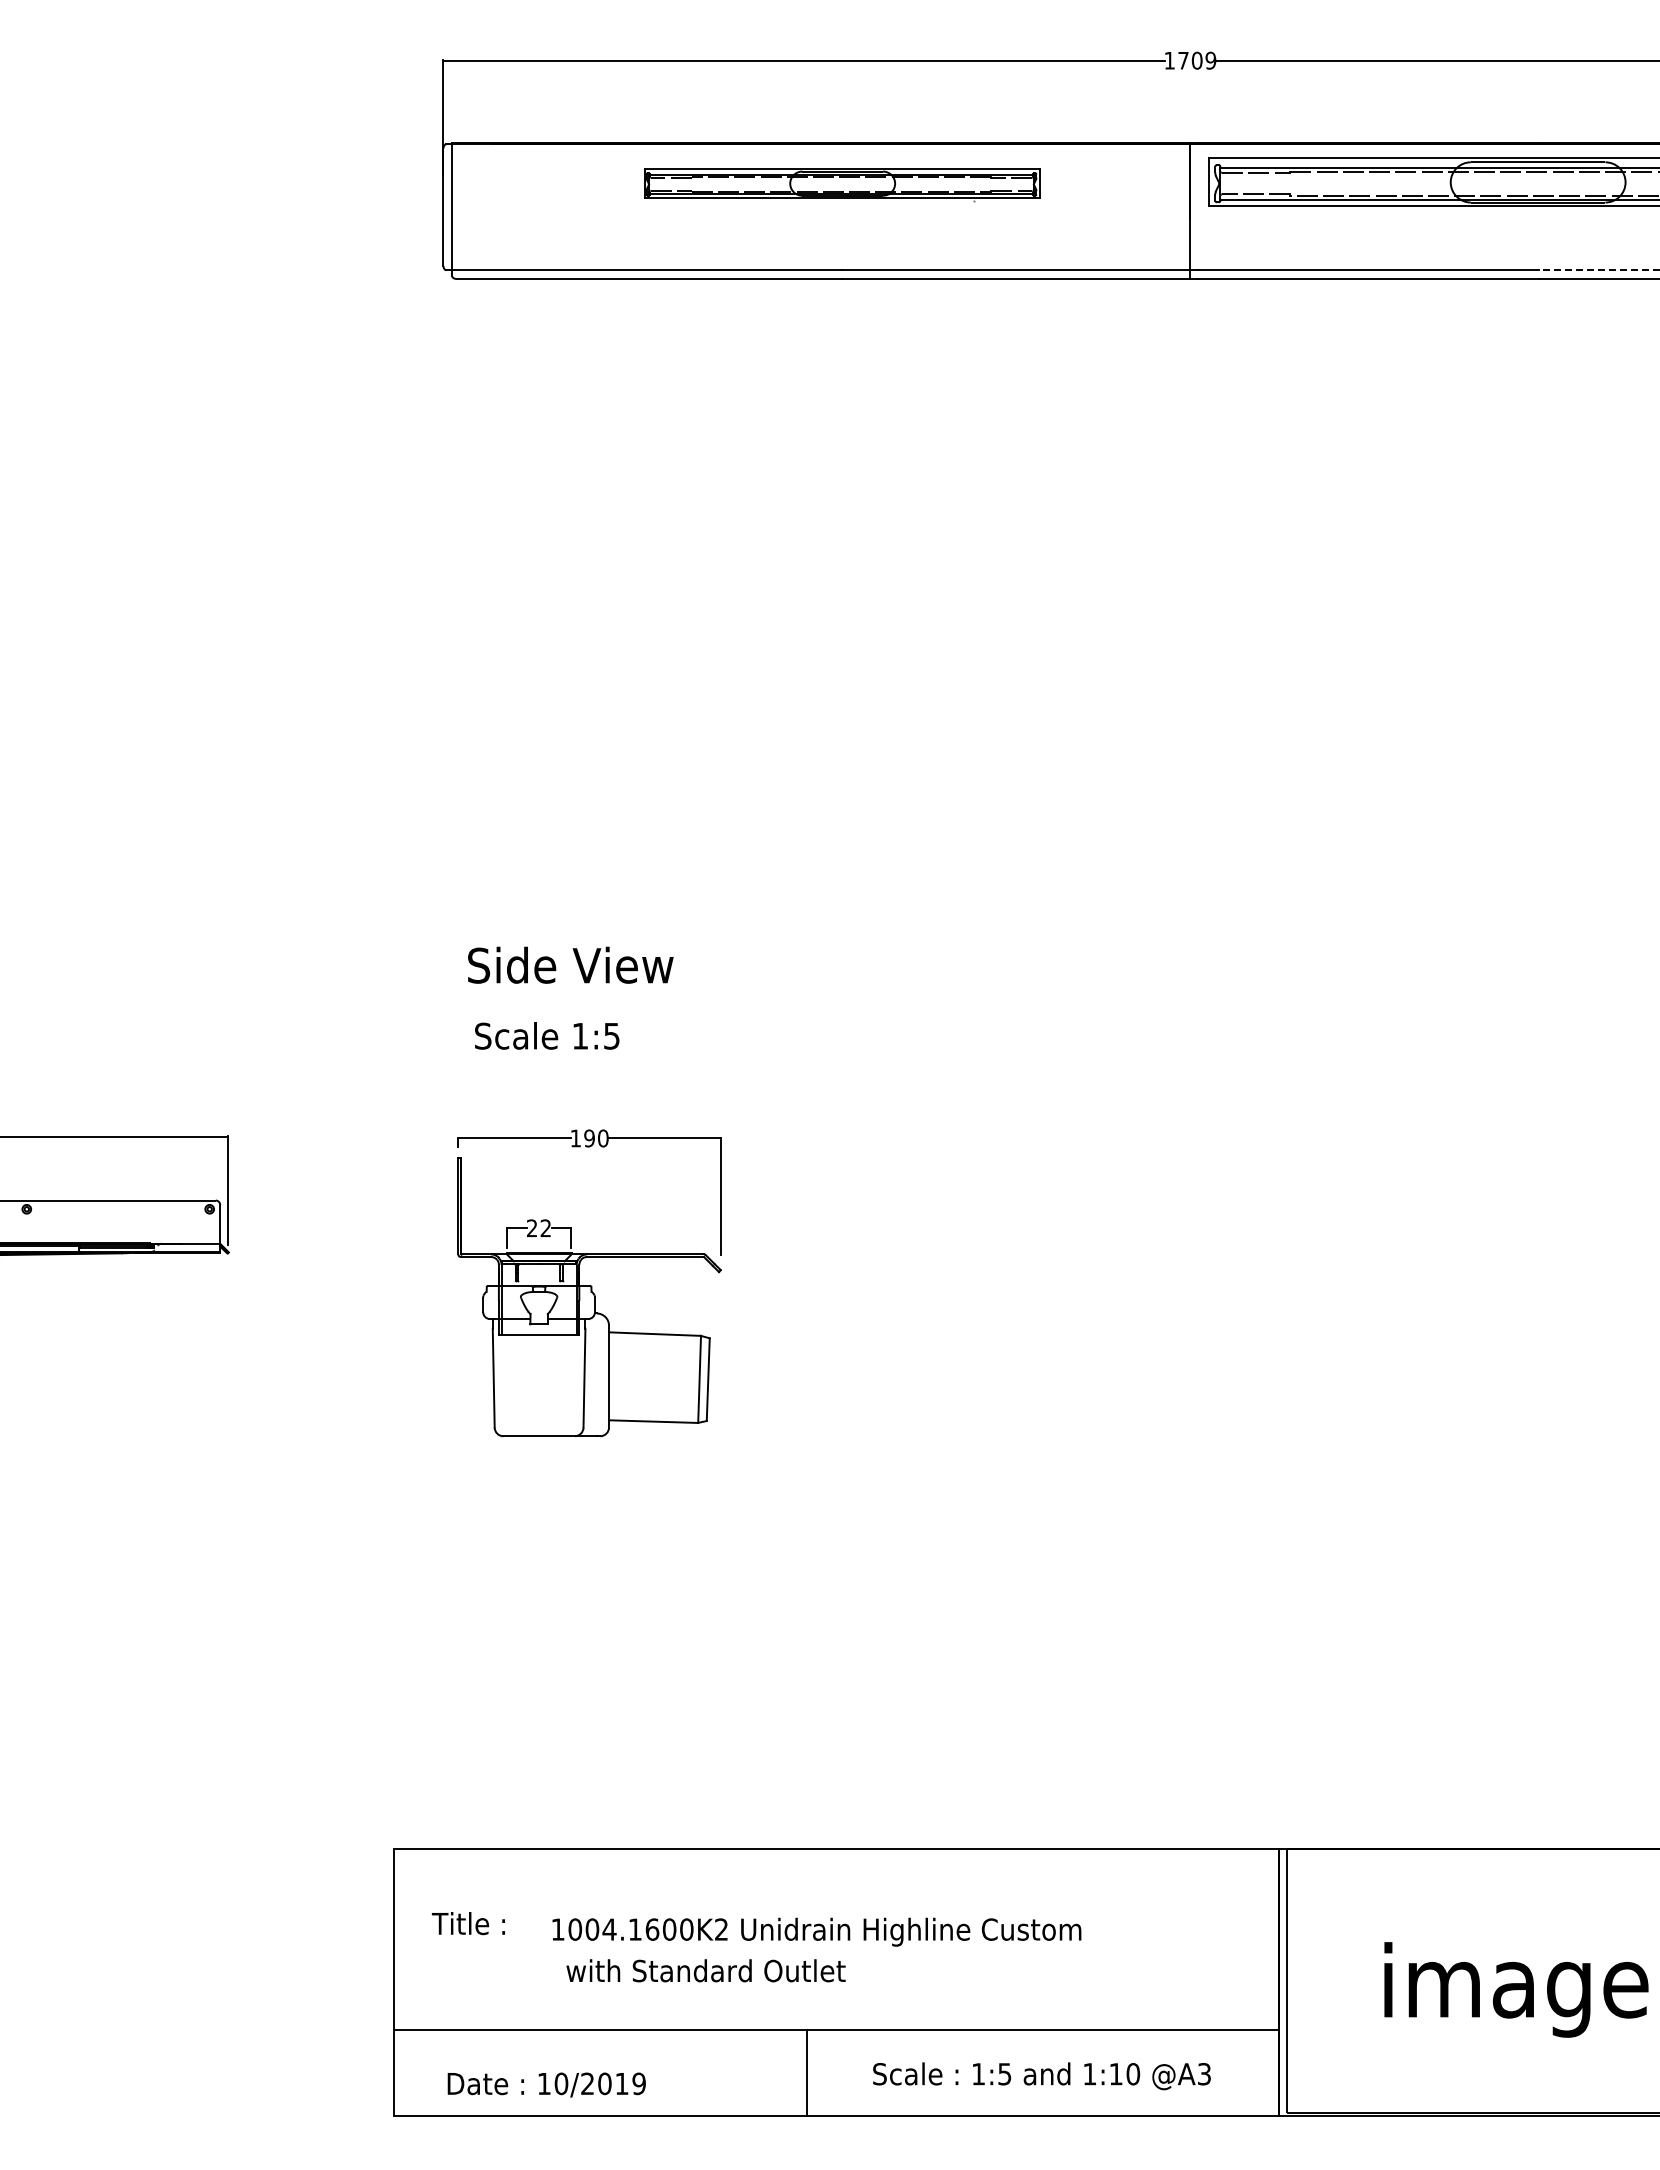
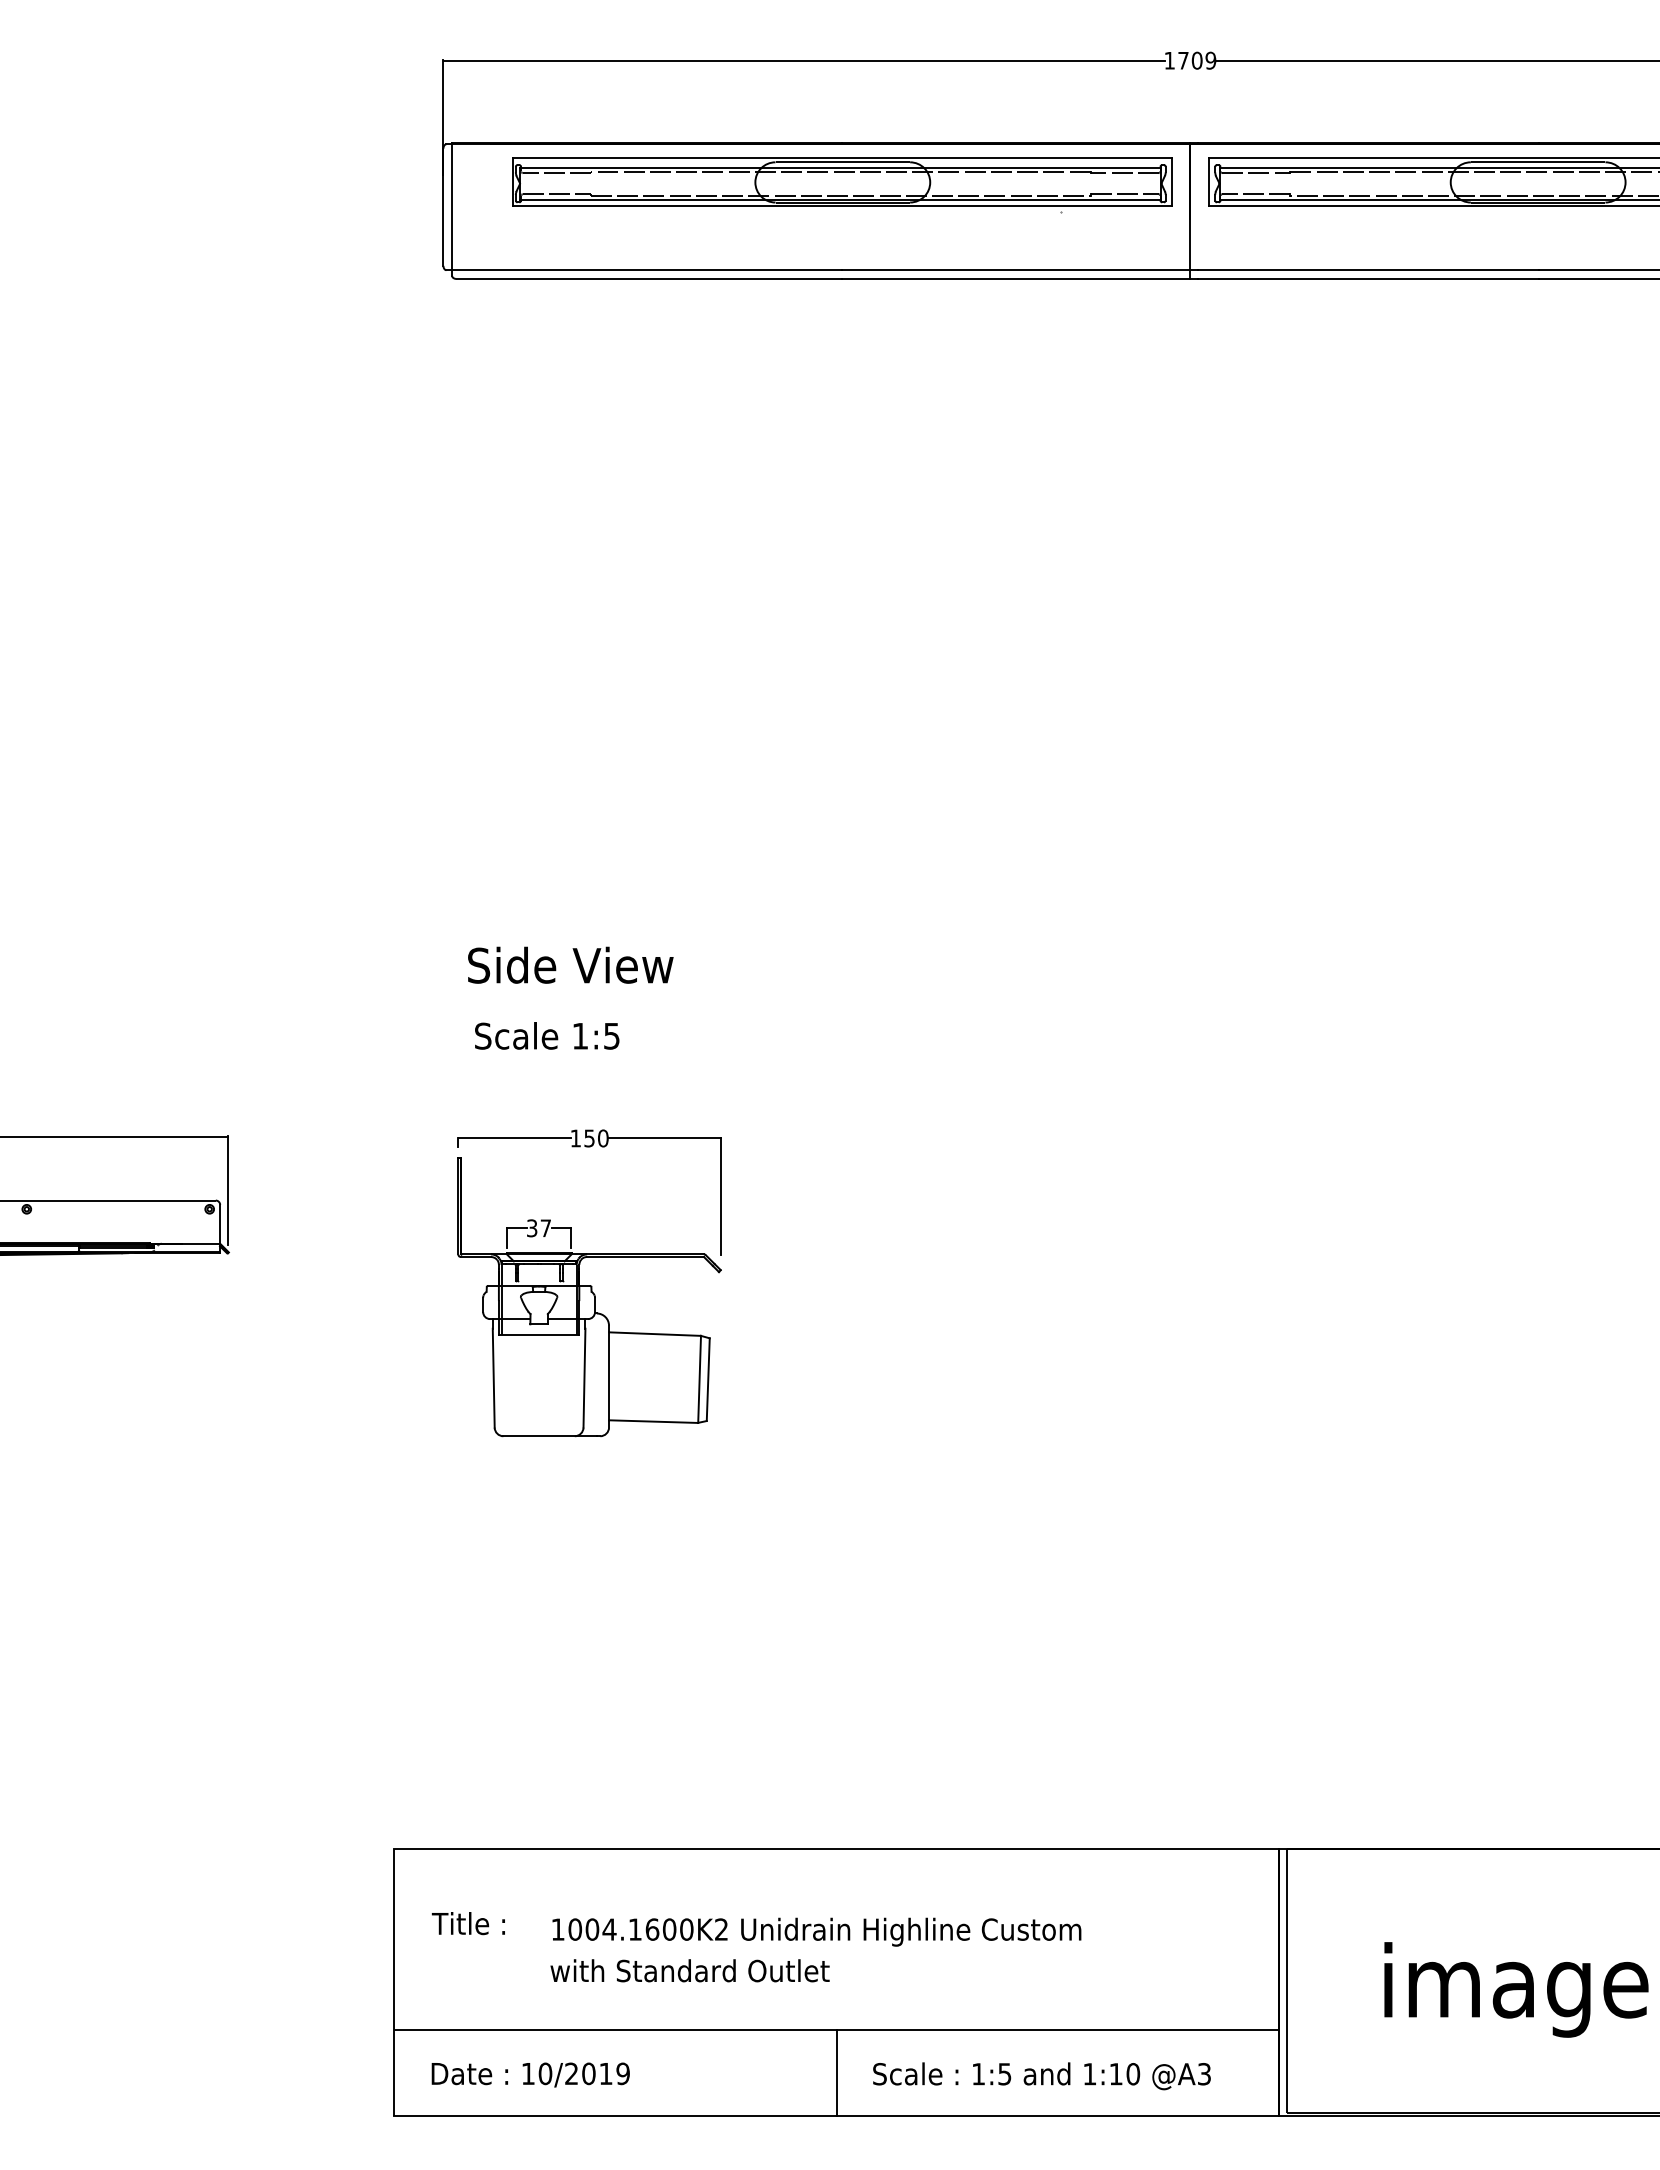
part at (842, 185) size: 397x35 px -> 661x57 px
line at (1598, 270): dashed -> solid
text at (589, 1138): 190 -> 150
text at (538, 1228): 22 -> 37
text at (705, 1970) position: (705, 1970) -> (689, 1970)
line at (806, 2073) position: (806, 2073) -> (836, 2073)
text at (546, 2084) position: (546, 2084) -> (530, 2074)
